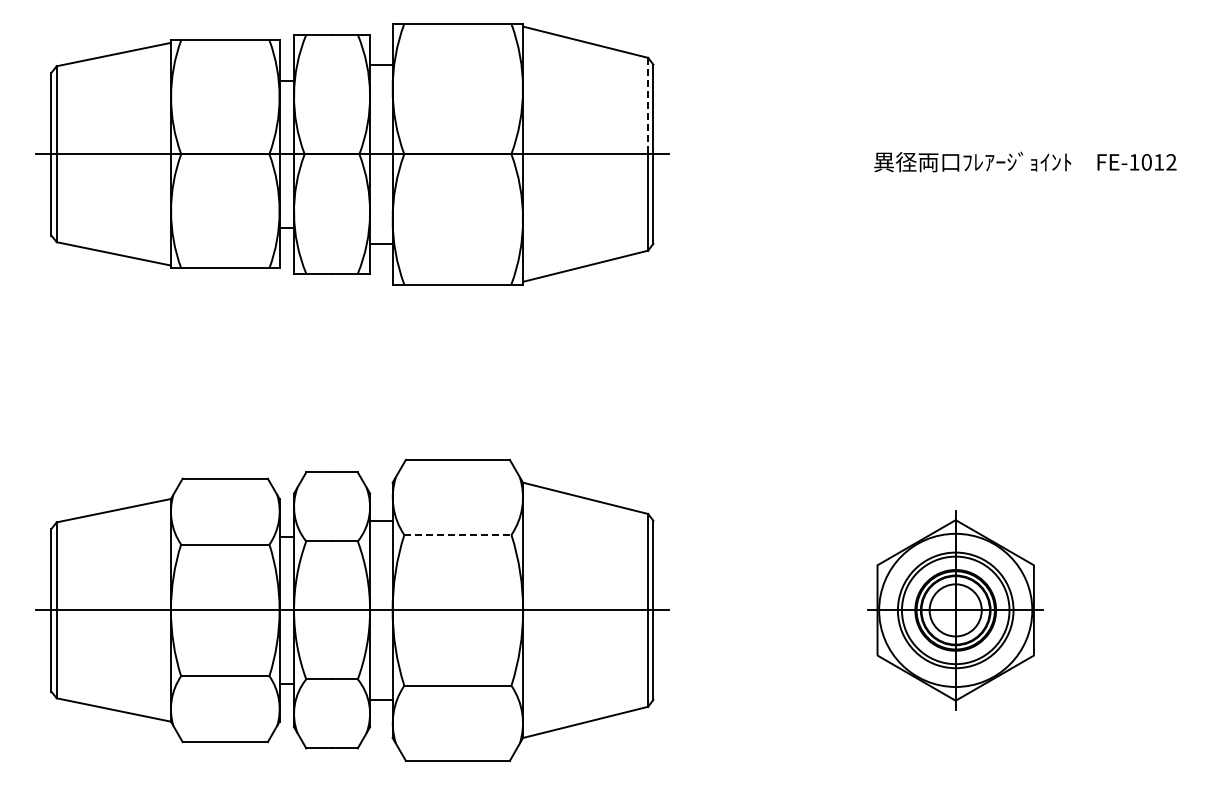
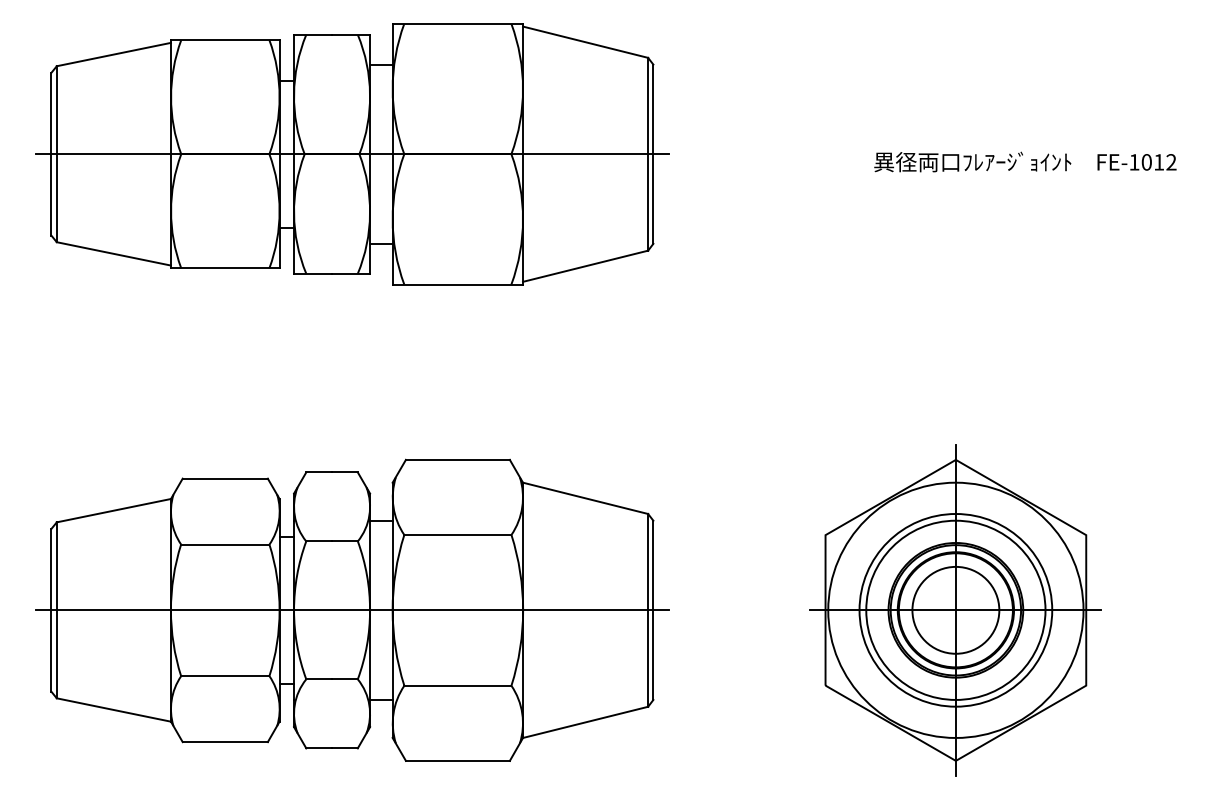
line at (648, 106): dashed -> solid
line at (458, 535): dashed -> solid
part at (955, 610) size: 177x201 px -> 293x333 px
